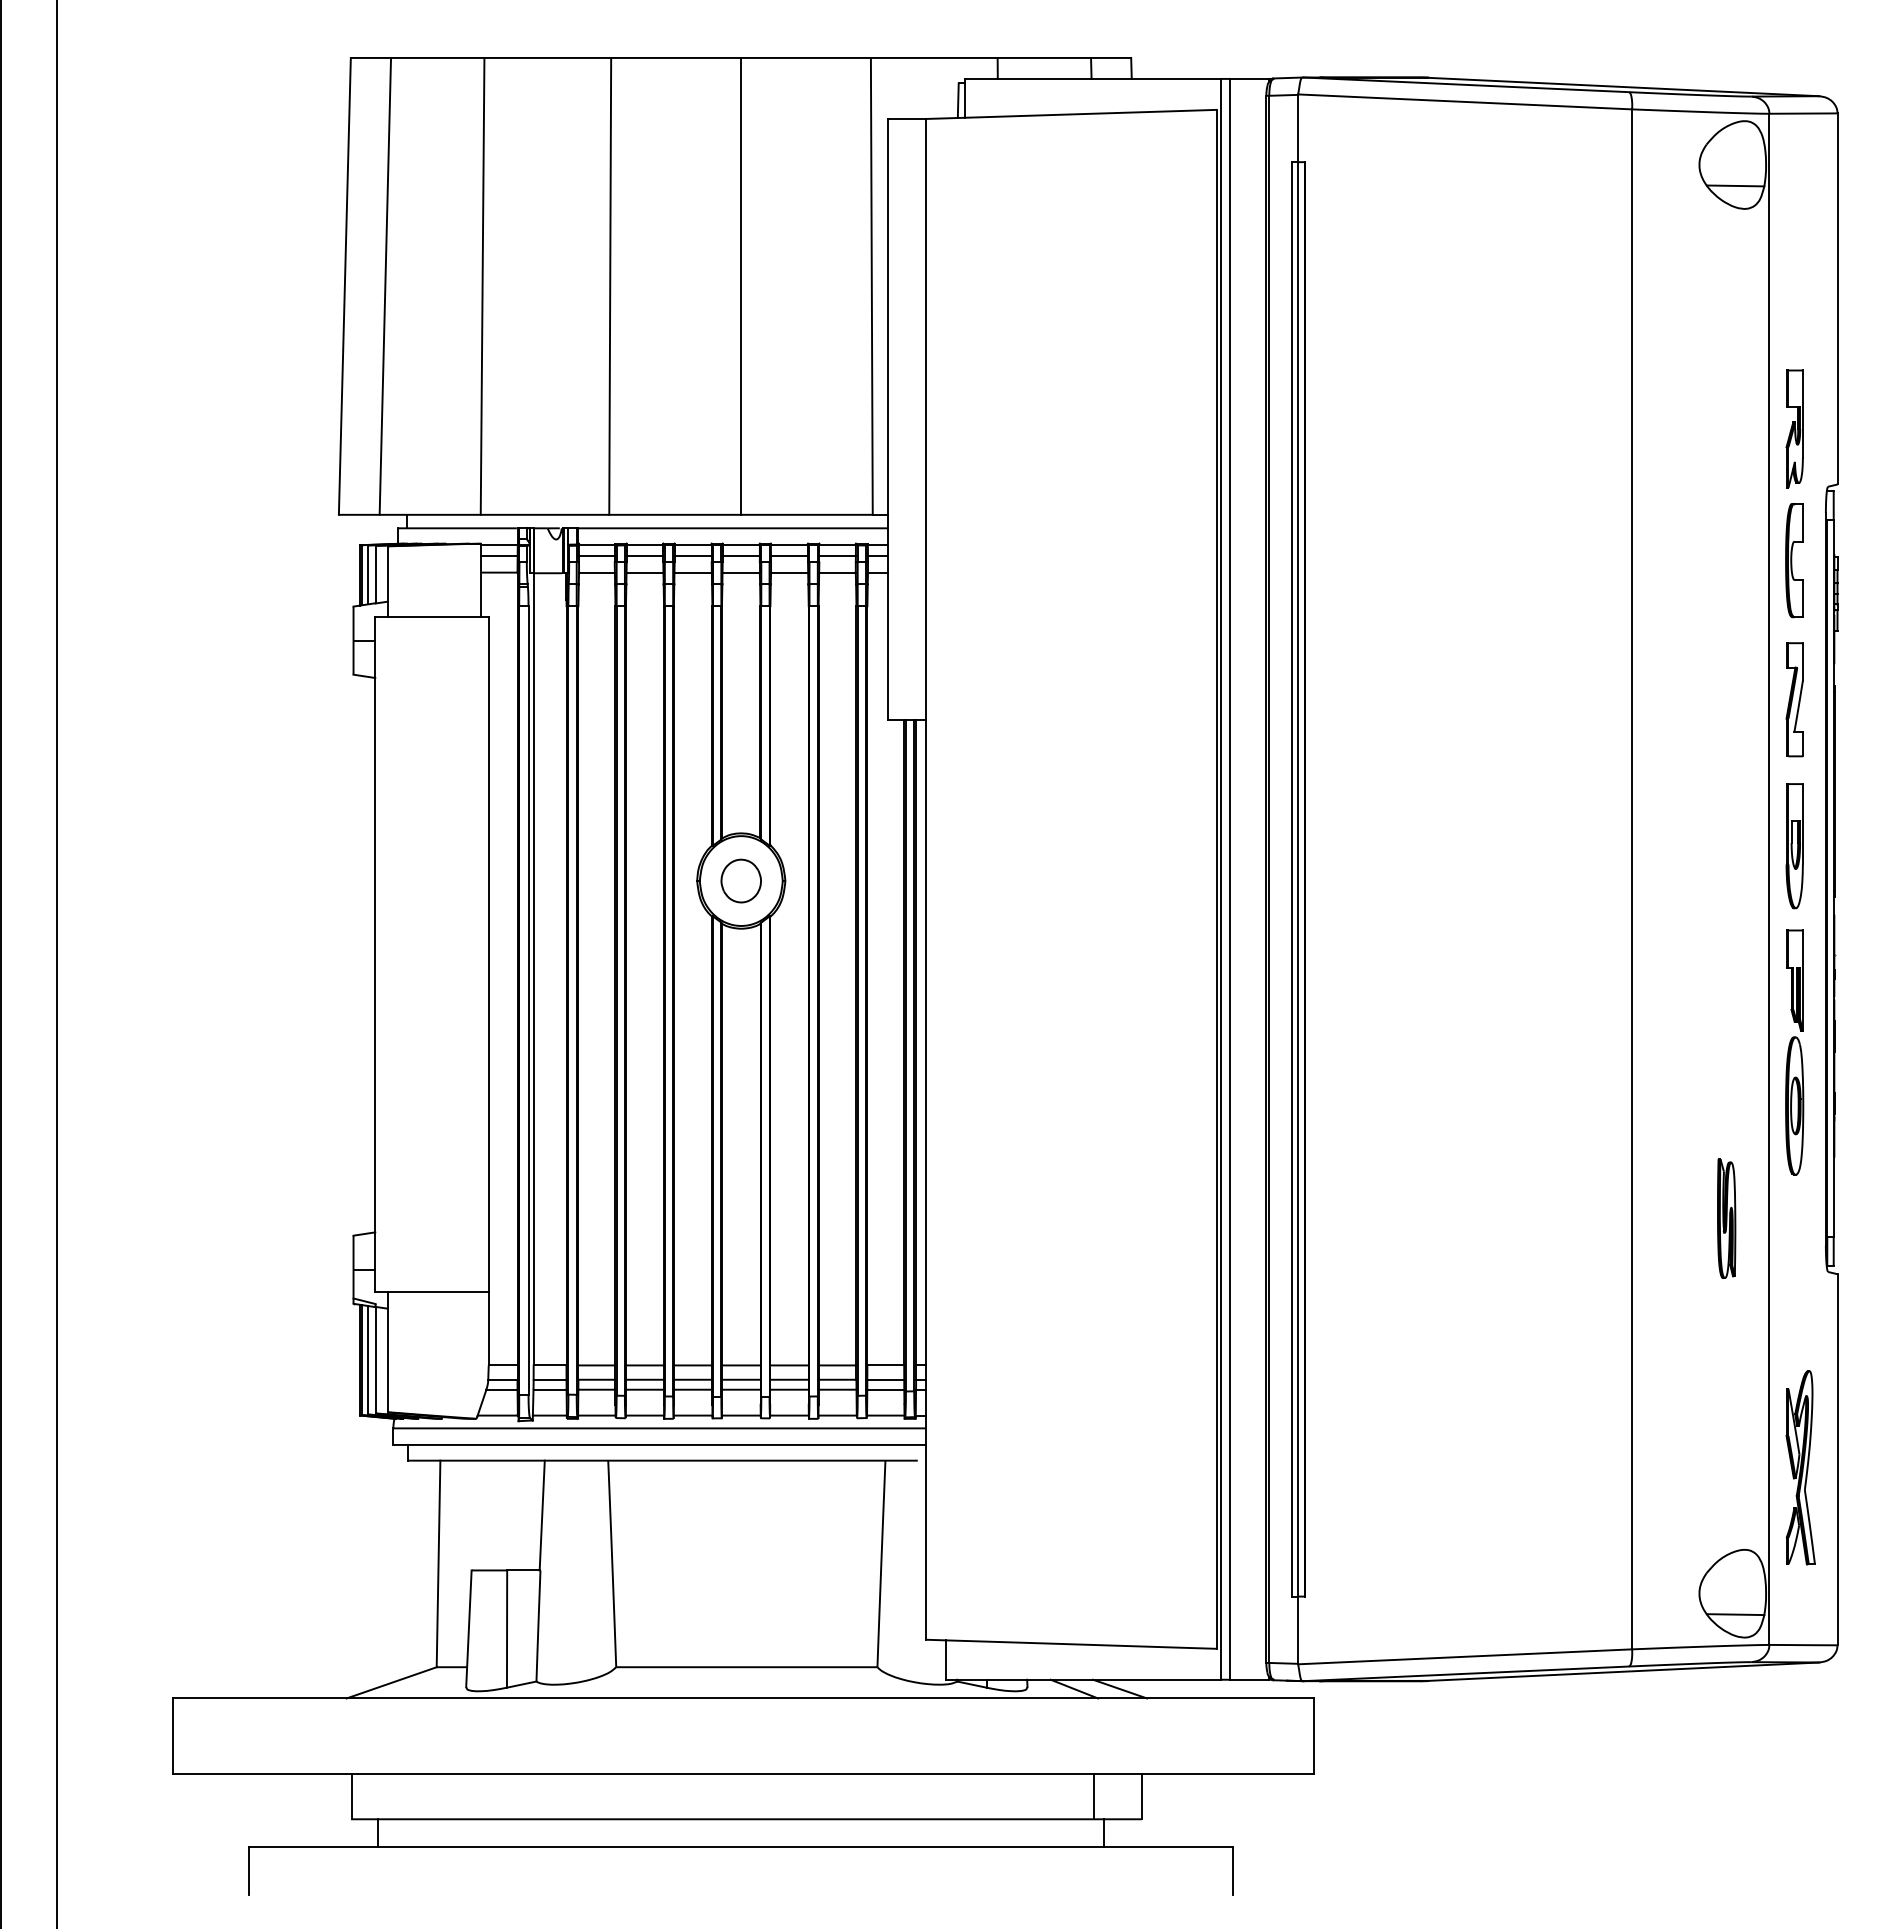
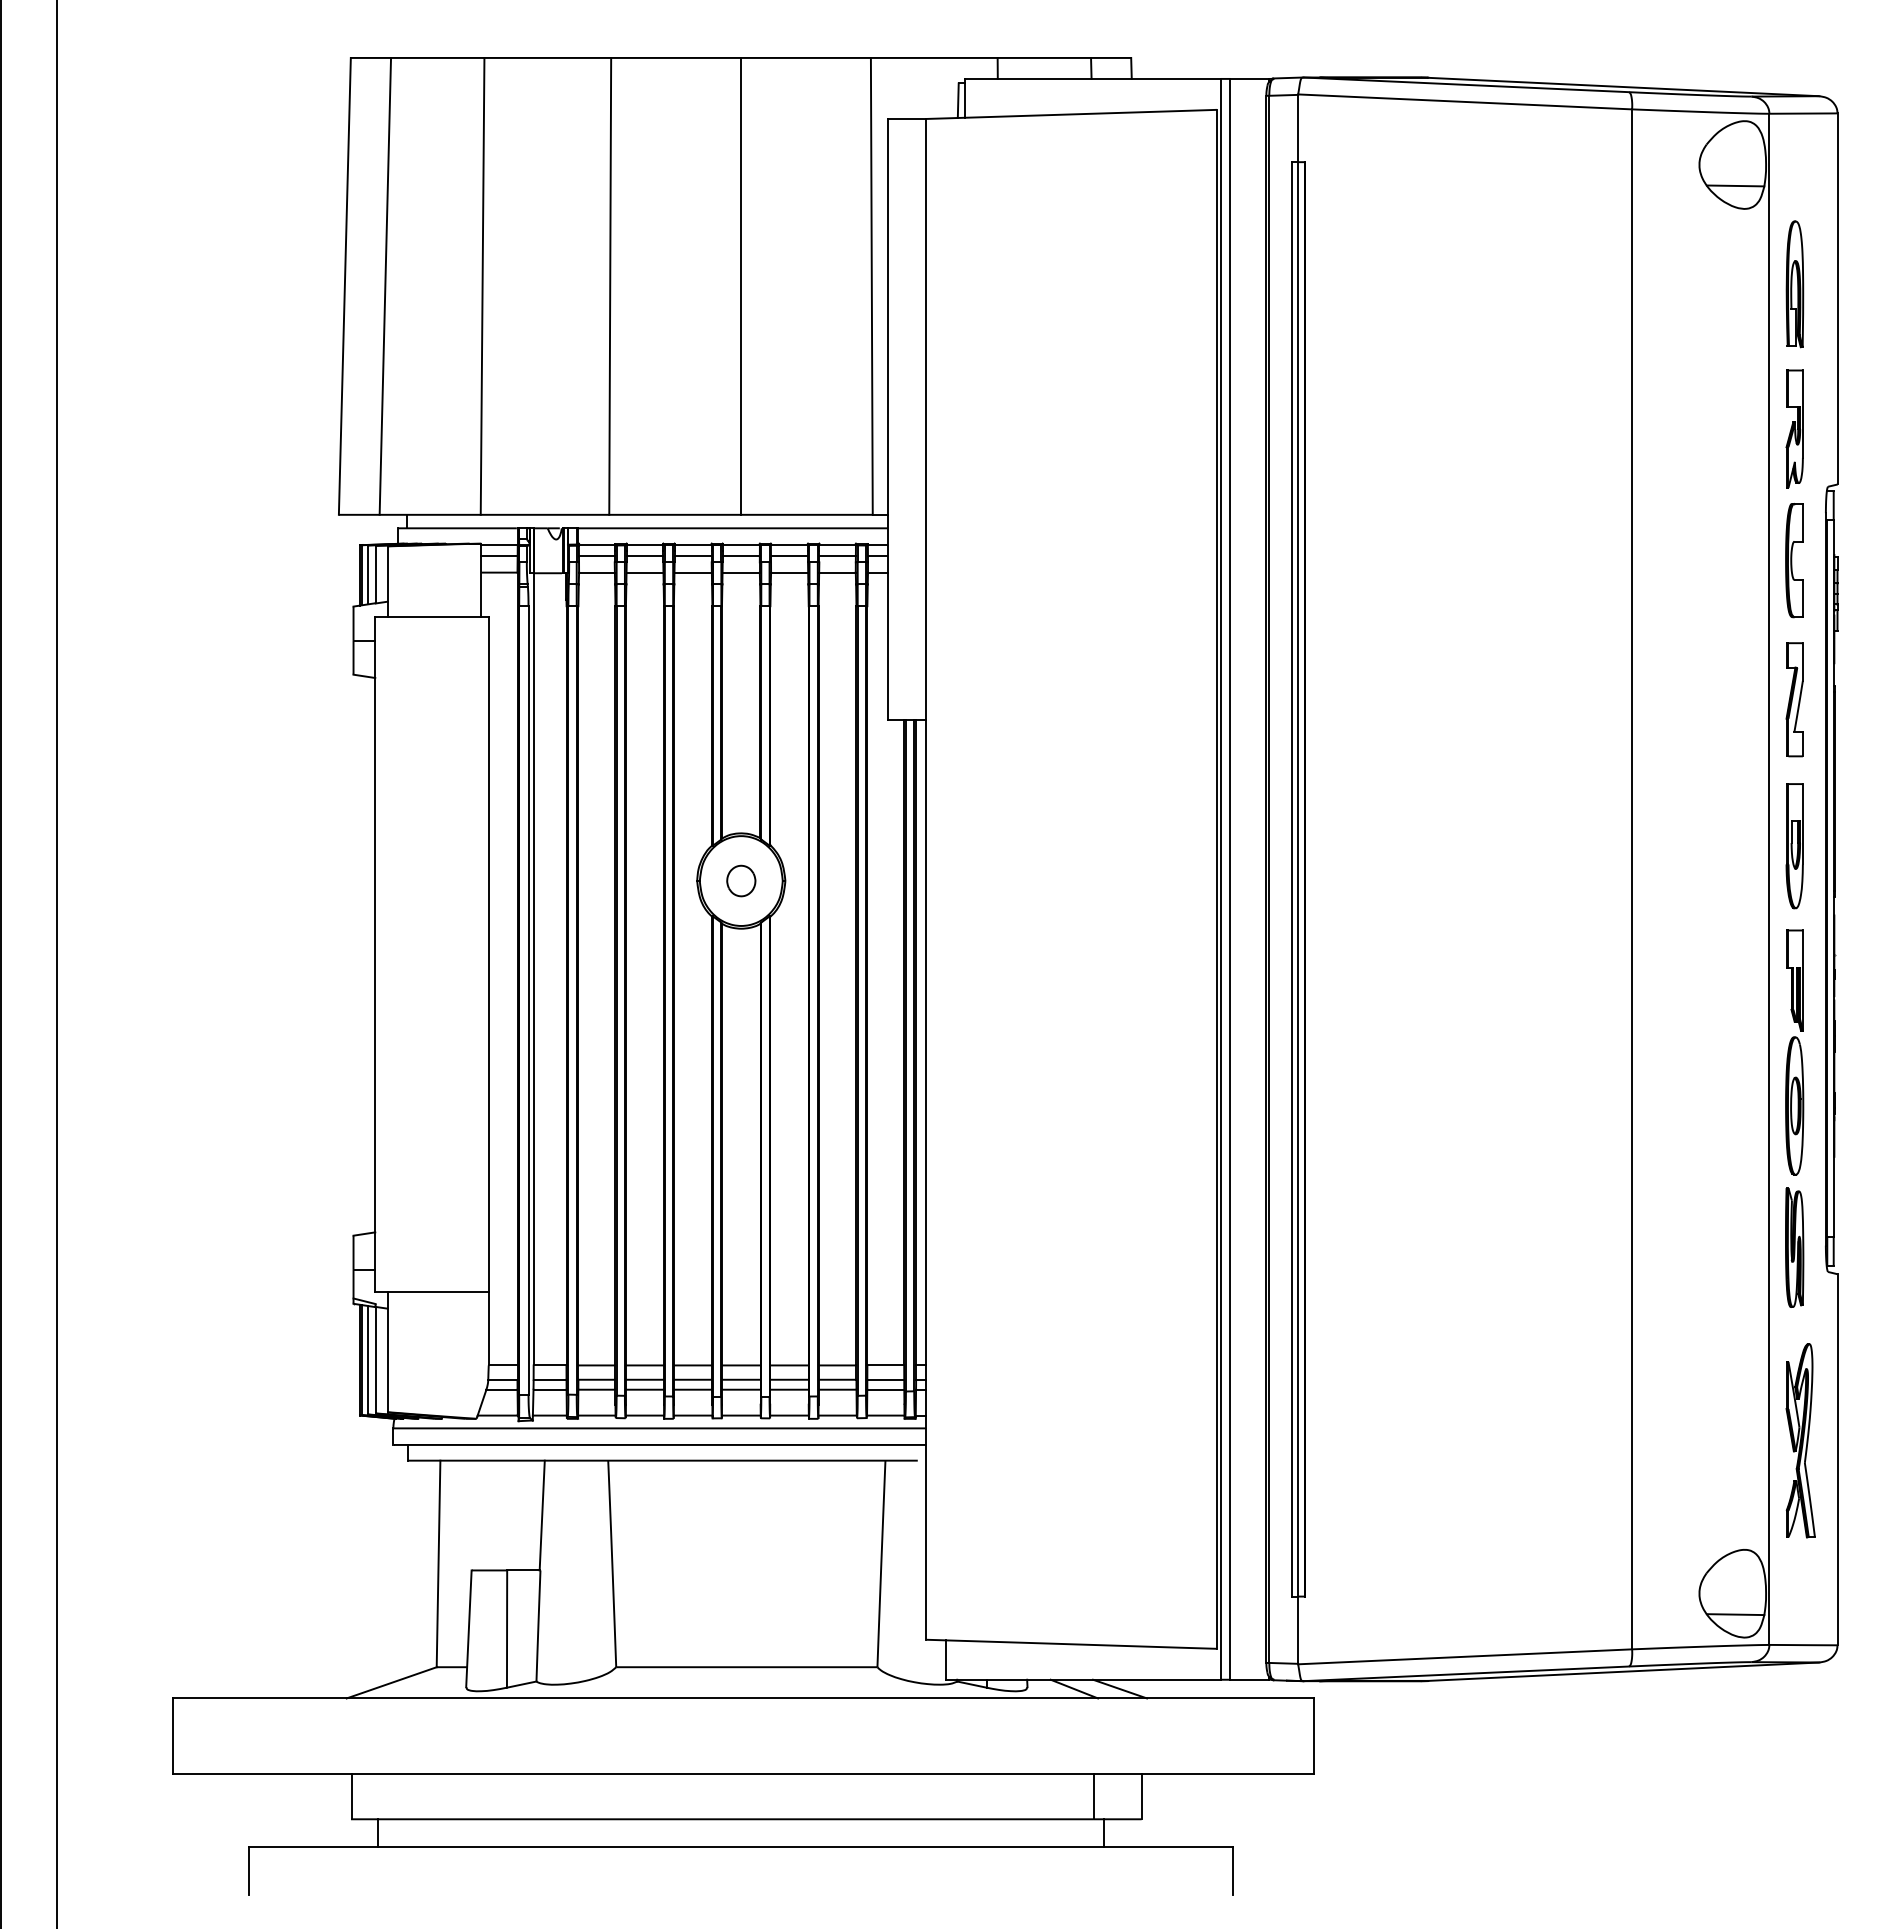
part at (1794, 284): none -> present
part at (740, 880) size: 42x46 px -> 31x34 px
part at (1726, 1218) position: (1726, 1218) -> (1794, 1247)
part at (1800, 1467) position: (1800, 1467) -> (1800, 1440)
